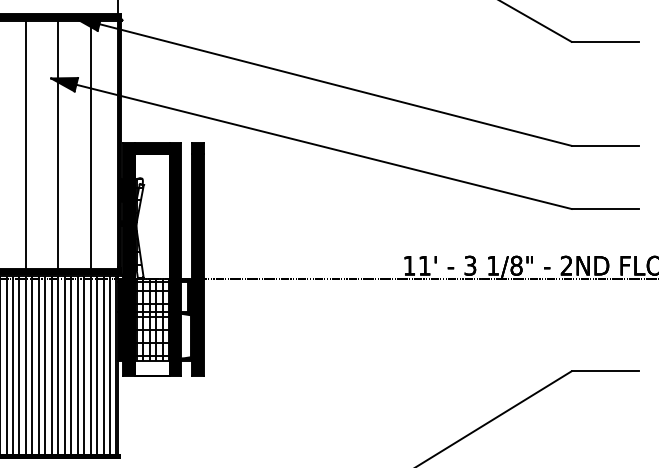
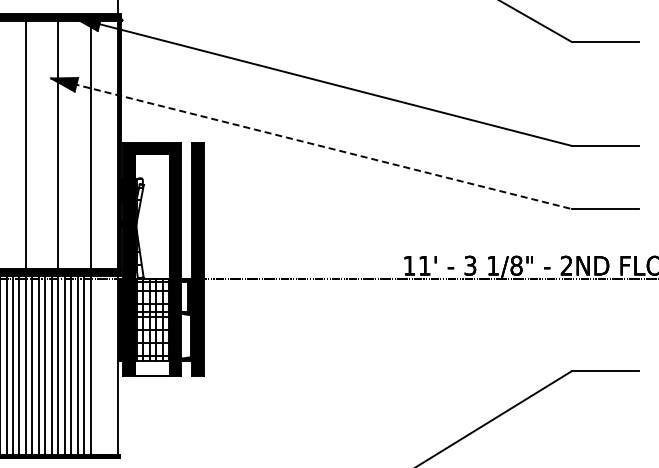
line at (311, 143): solid -> dashed
hatch at (106, 364): present -> none
